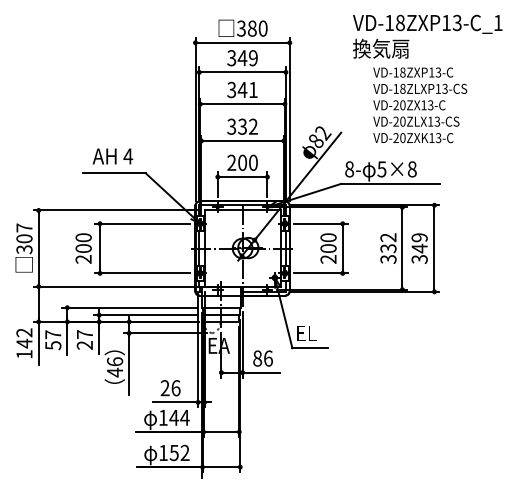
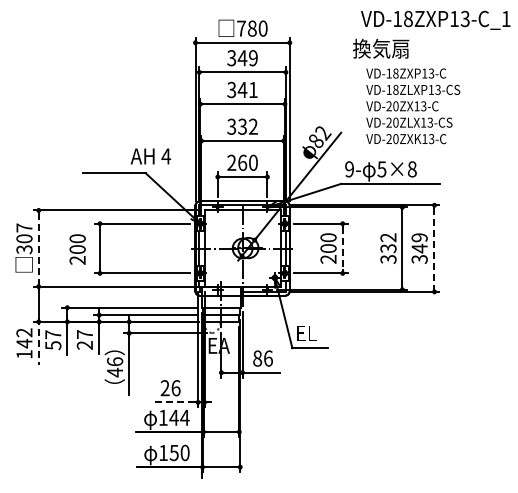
text at (427, 23) position: (427, 23) -> (435, 19)
text at (241, 28): 380 -> 780
text at (420, 105) position: (420, 105) -> (413, 106)
text at (112, 156) position: (112, 156) -> (150, 156)
text at (242, 162): 200 -> 260
text at (349, 169): 8- -> 9-
text at (83, 248) position: (83, 248) -> (77, 249)
line at (342, 248): solid -> dashed
line at (38, 249): solid -> dashed
line at (434, 249): solid -> dashed
line at (38, 341): solid -> dashed
line at (174, 402): solid -> dashed
text at (184, 453): 152 -> 150
